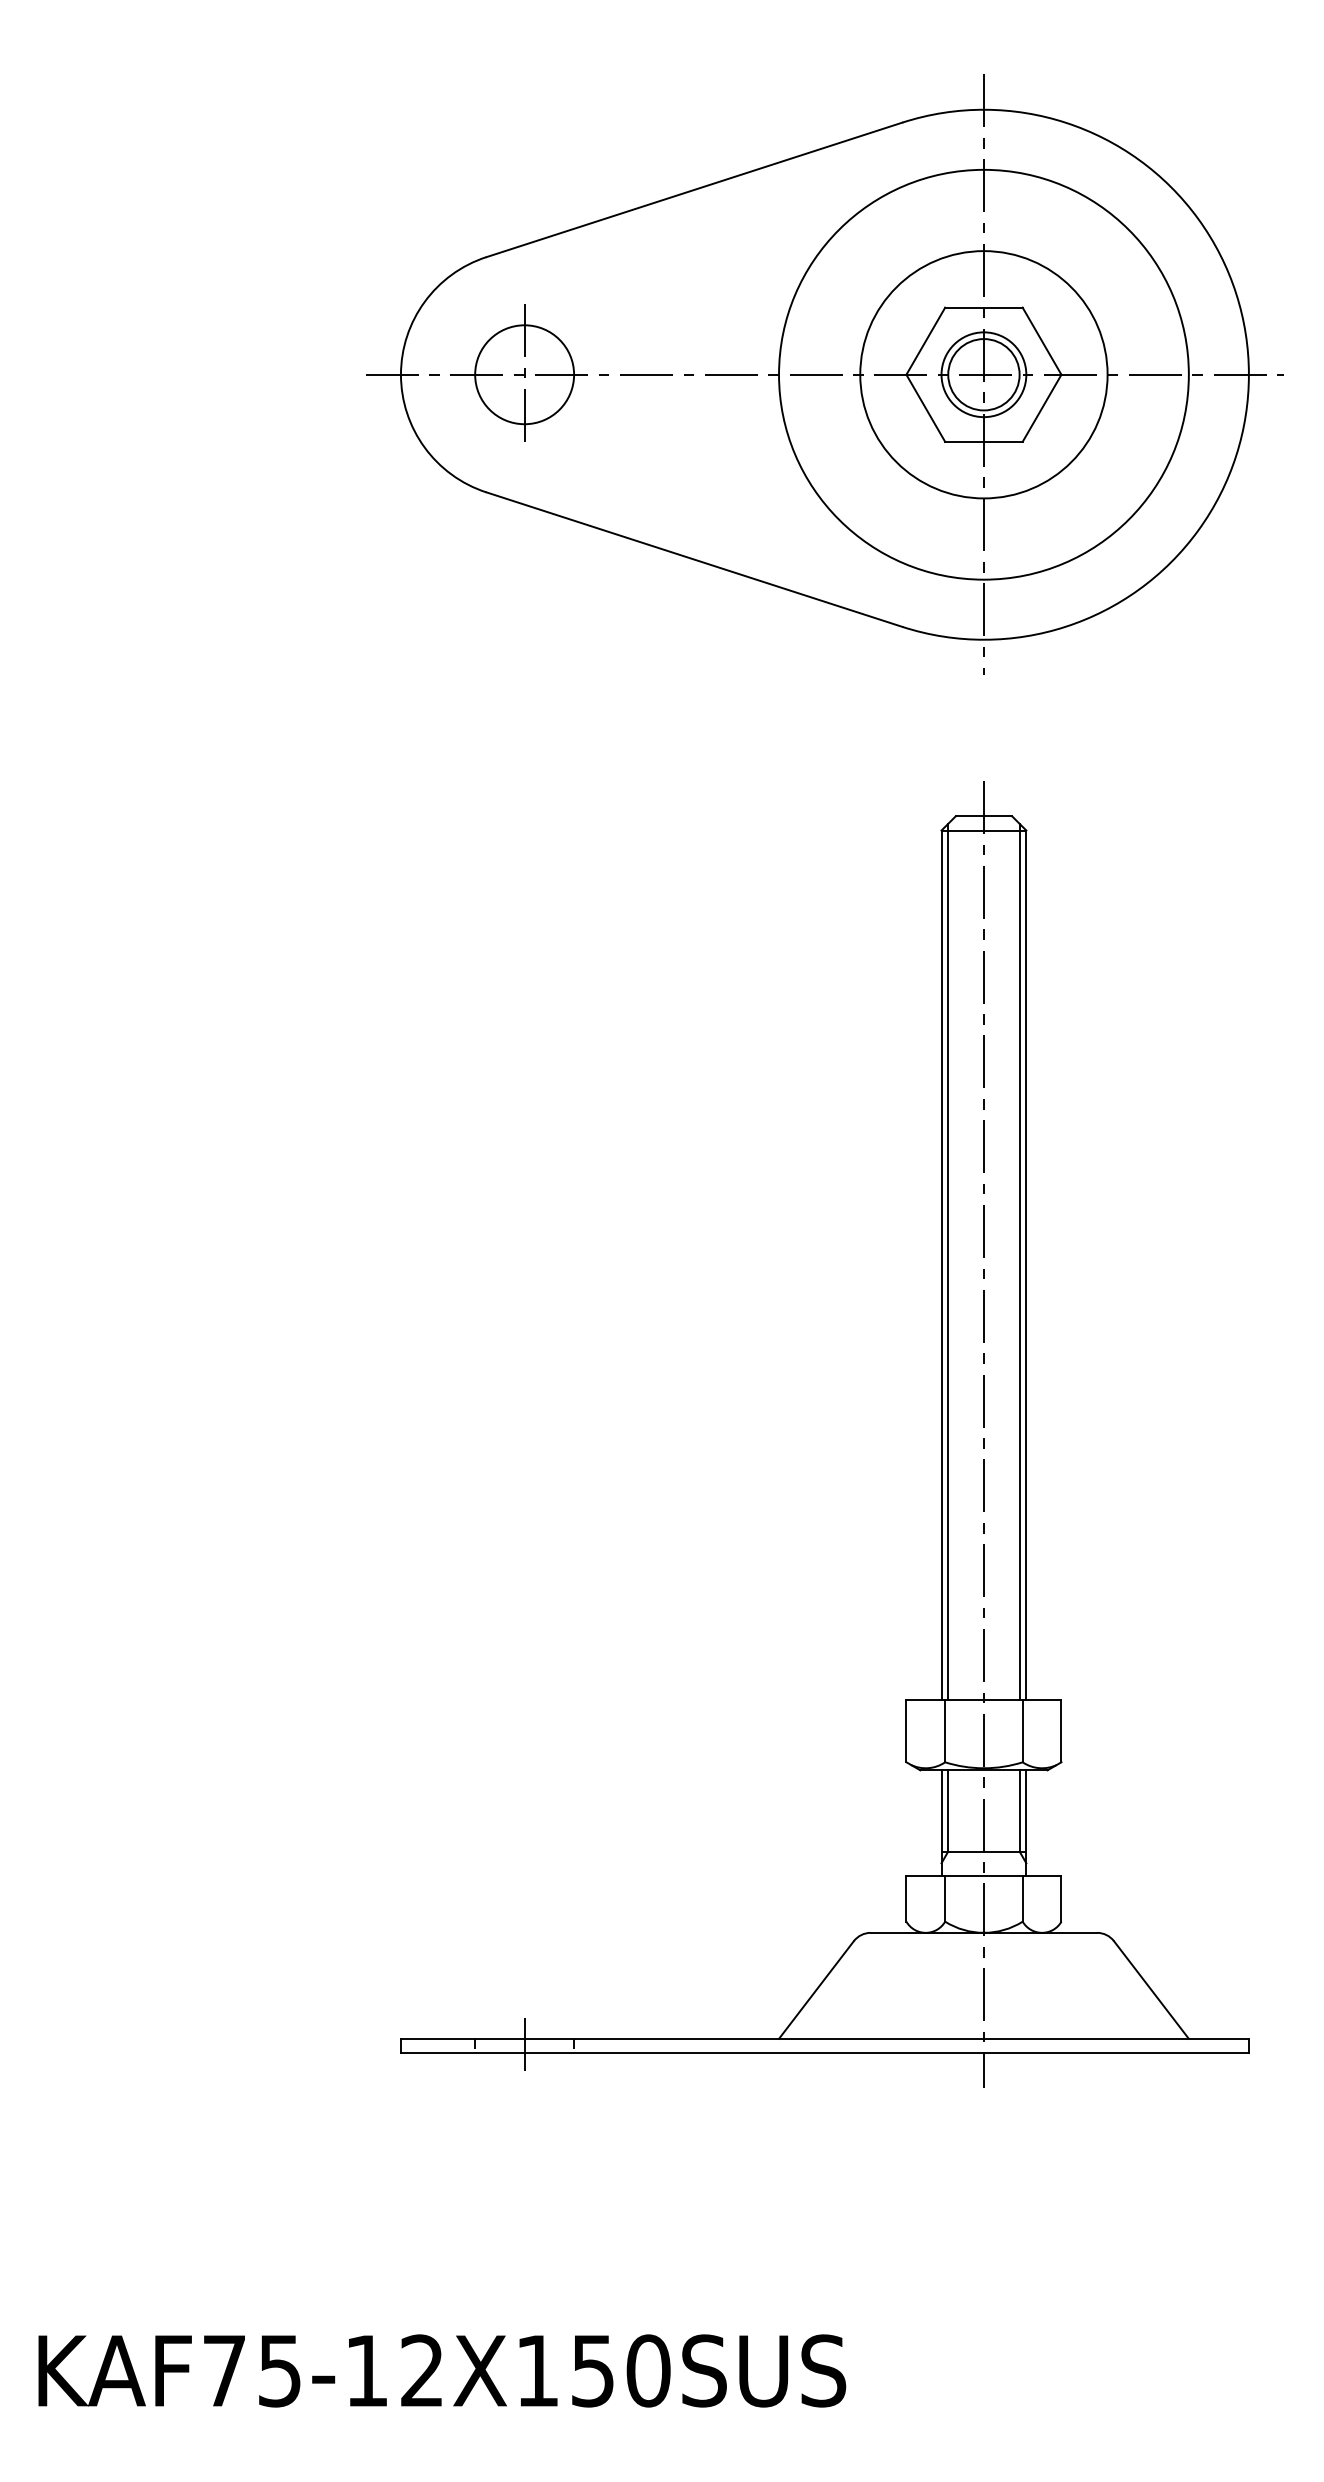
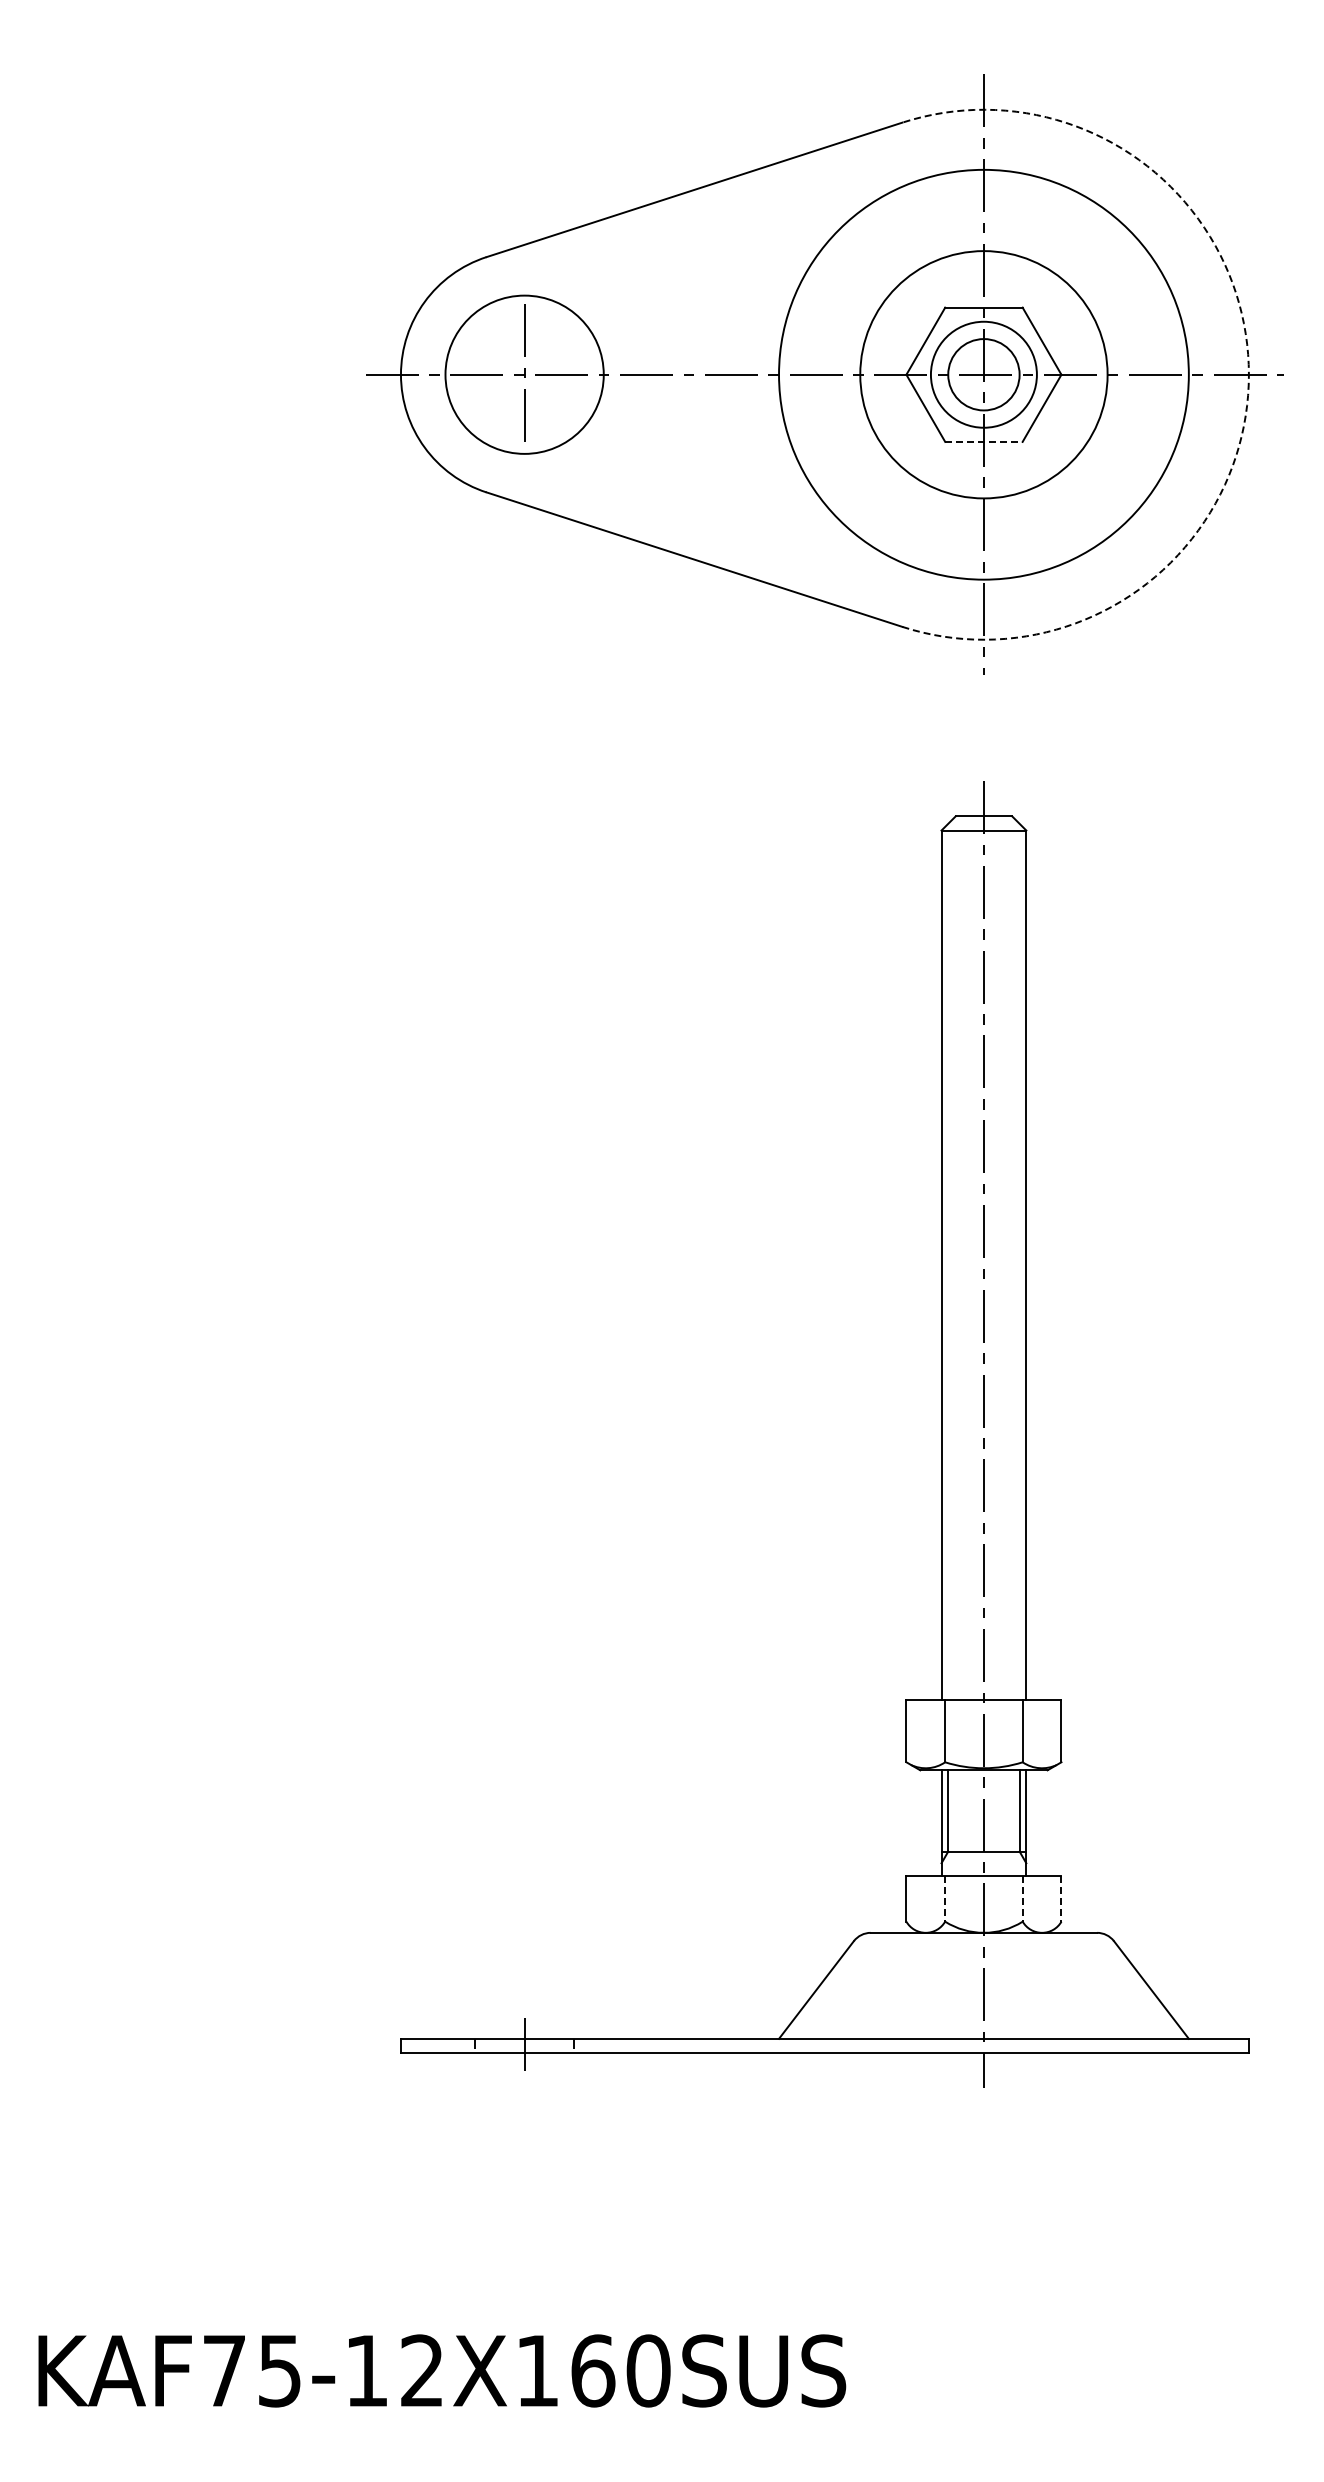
circle at (524, 374) diameter: 99 px -> 158 px
circle at (983, 374) diameter: 85 px -> 106 px
arc at (1248, 374): solid -> dashed
line at (983, 441): solid -> dashed
line at (948, 1261): present -> none
line at (1019, 1261): present -> none
line at (945, 1899): solid -> dashed
line at (1022, 1899): solid -> dashed
line at (1061, 1899): solid -> dashed
text at (593, 2370): KAF75-12X150SUS -> KAF75-12X160SUS
